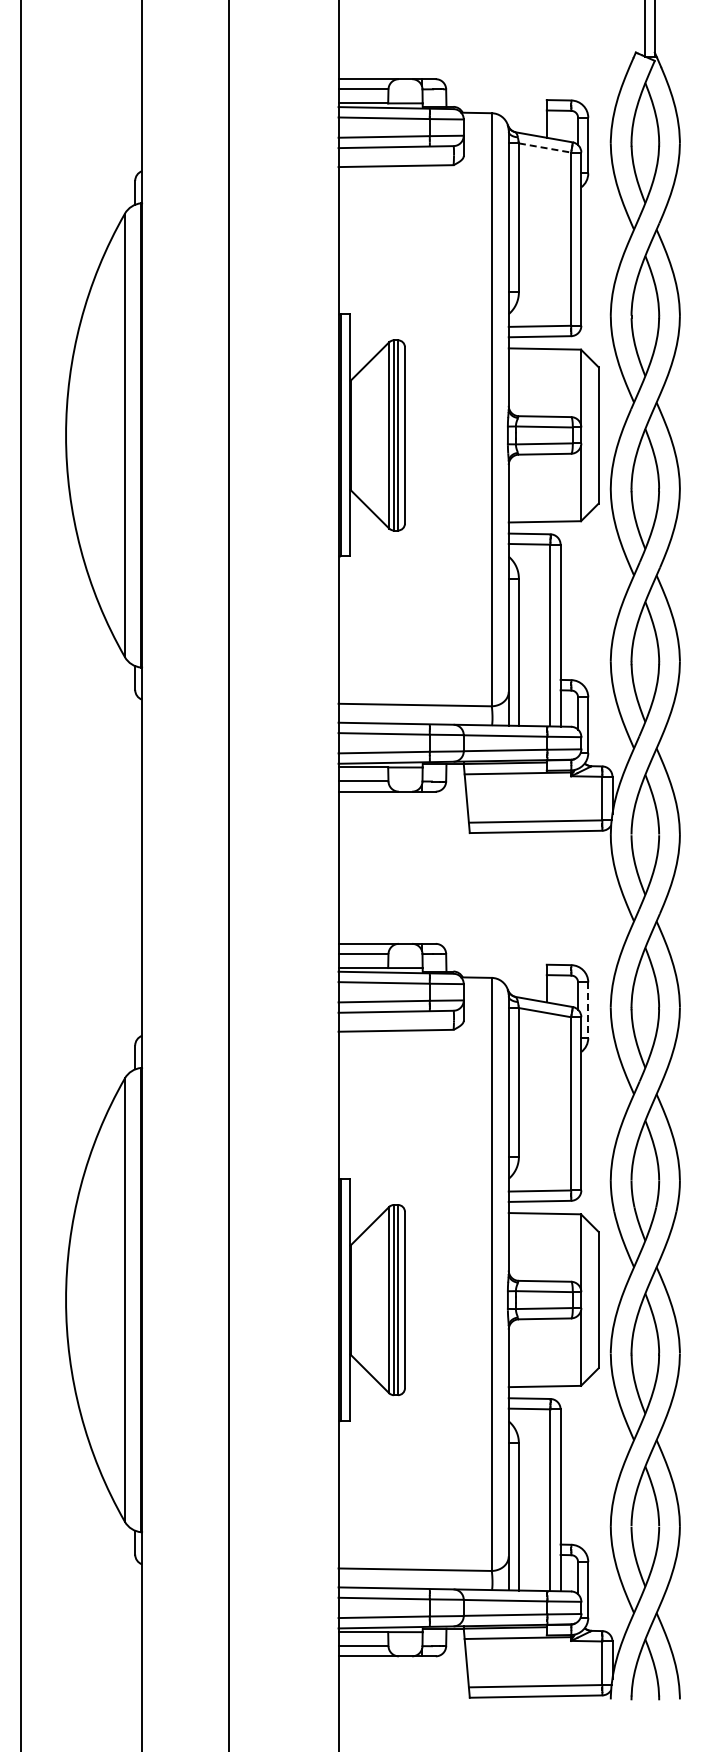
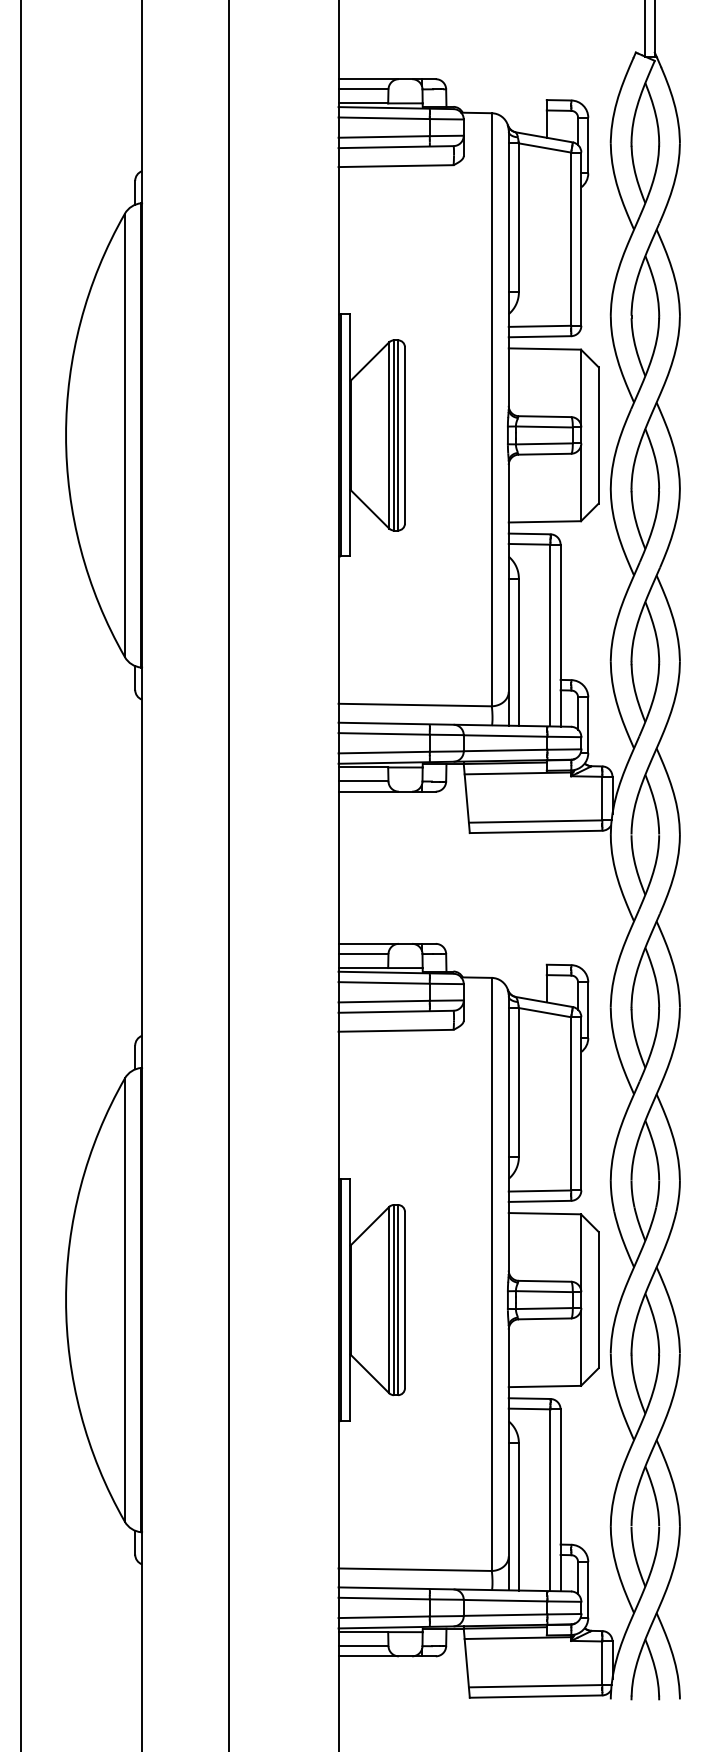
line at (545, 147): dashed -> solid
line at (588, 1010): dashed -> solid
